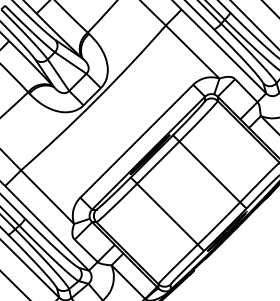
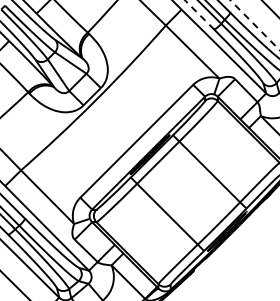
line at (199, 14): solid -> dashed
line at (255, 25): solid -> dashed
